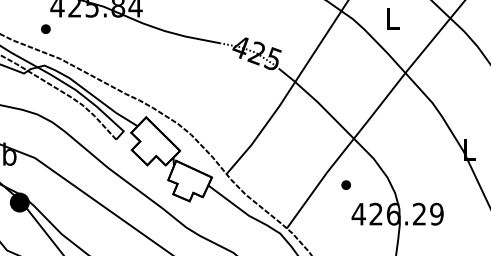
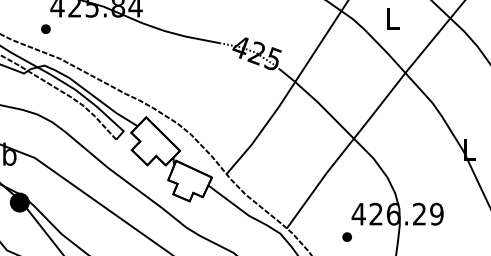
part at (345, 184) position: (345, 184) -> (346, 236)
